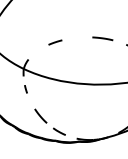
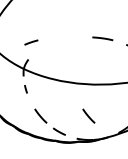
line at (55, 42) position: (55, 42) -> (31, 42)
line at (88, 115): none -> present
